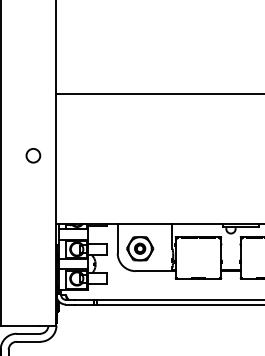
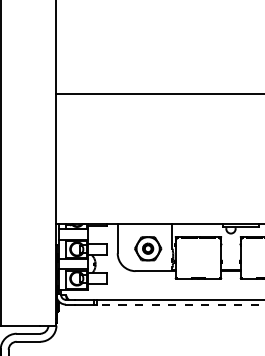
circle at (33, 155): present -> none
part at (140, 248) position: (140, 248) -> (148, 248)
line at (181, 304): solid -> dashed
